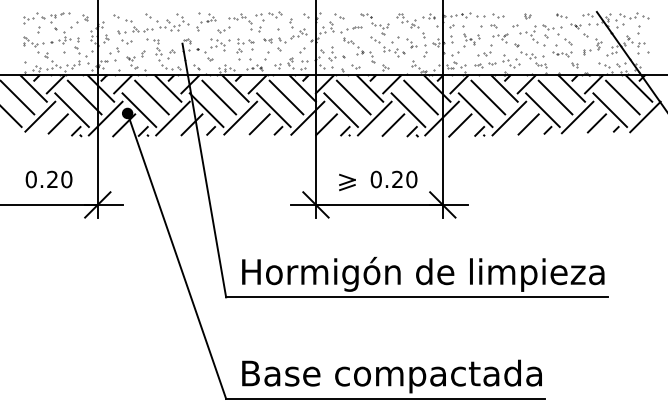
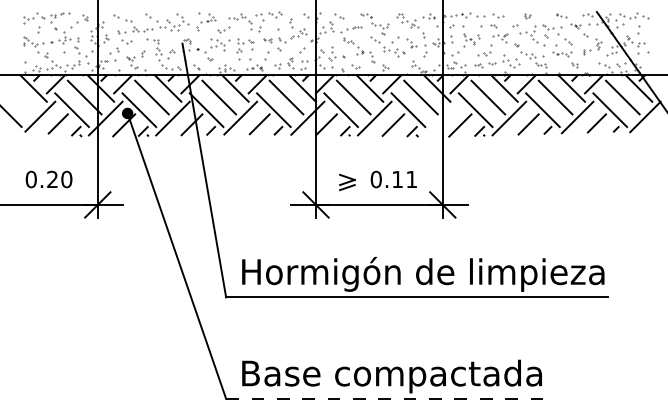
line at (18, 98): present -> none
line at (441, 118): present -> none
text at (404, 179): 0.20 -> 0.11
line at (386, 398): solid -> dashed
